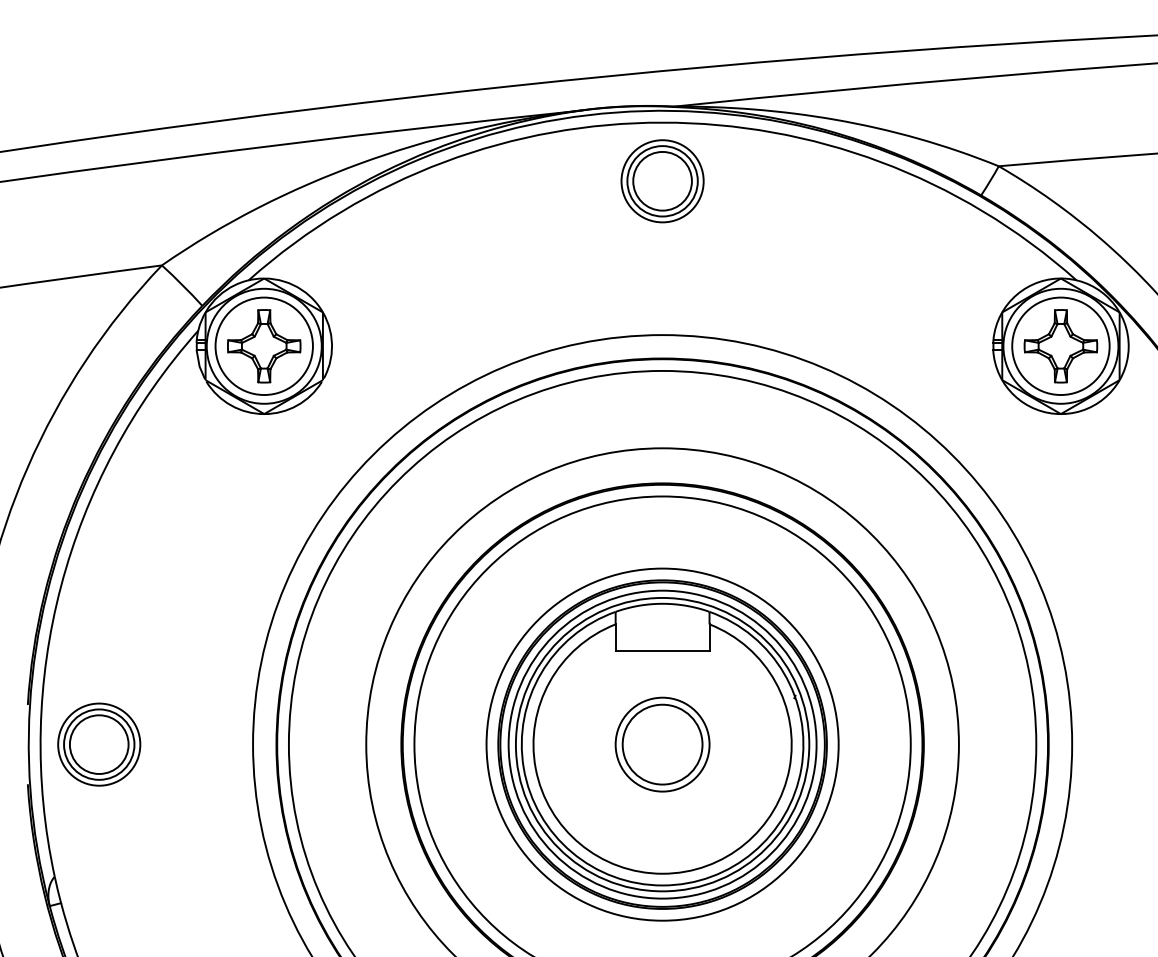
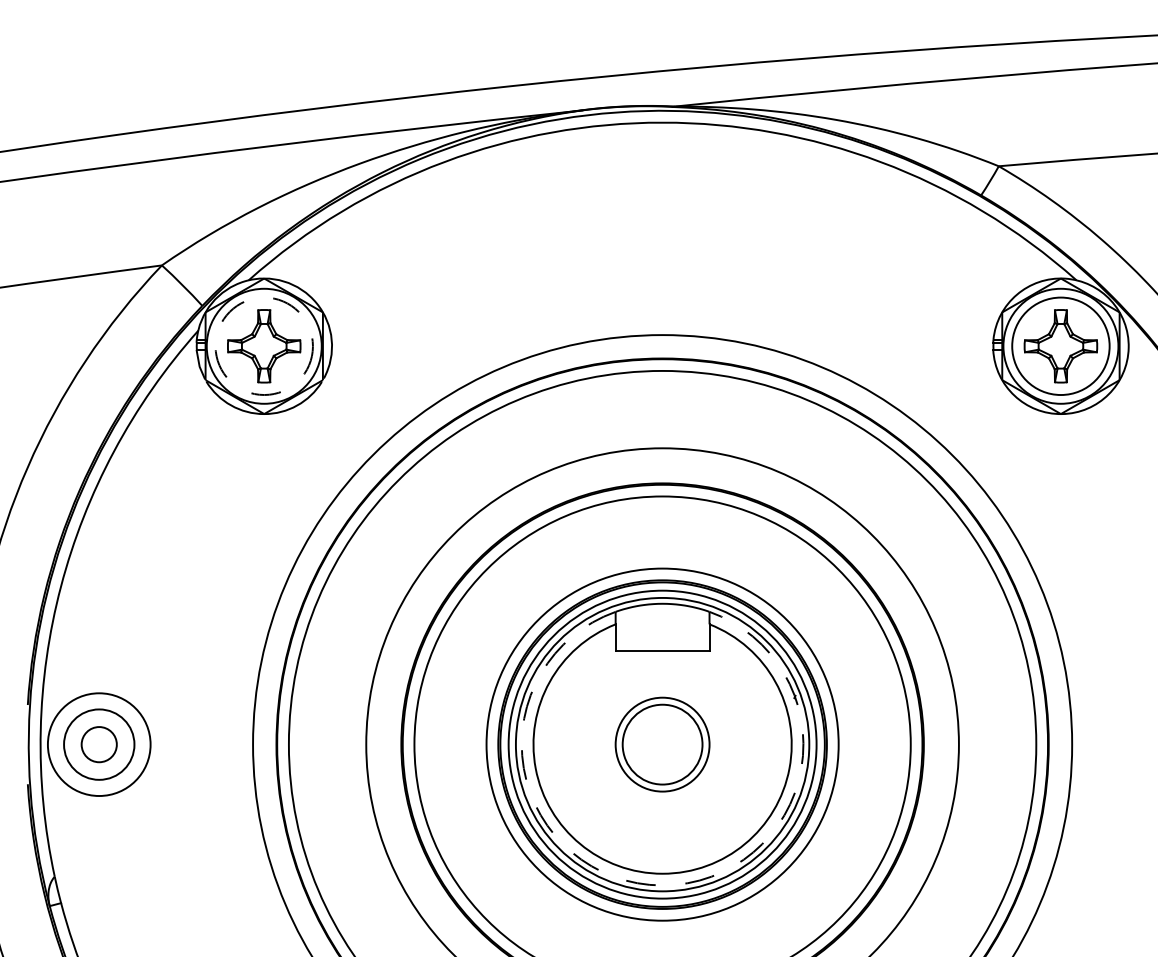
part at (662, 181): present -> none
circle at (263, 346): solid -> dashed
circle at (98, 744) diameter: 59 px -> 35 px
circle at (99, 744) diameter: 82 px -> 103 px
arc at (662, 885): solid -> dashed
